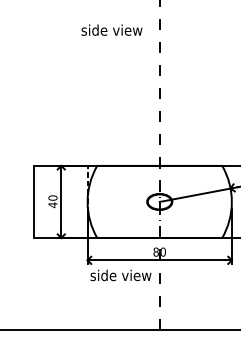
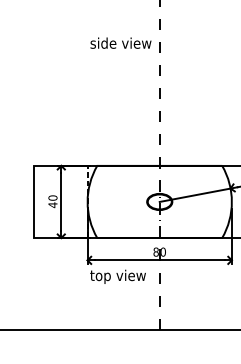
text at (111, 29) position: (111, 29) -> (120, 42)
text at (120, 276): side view -> top view
